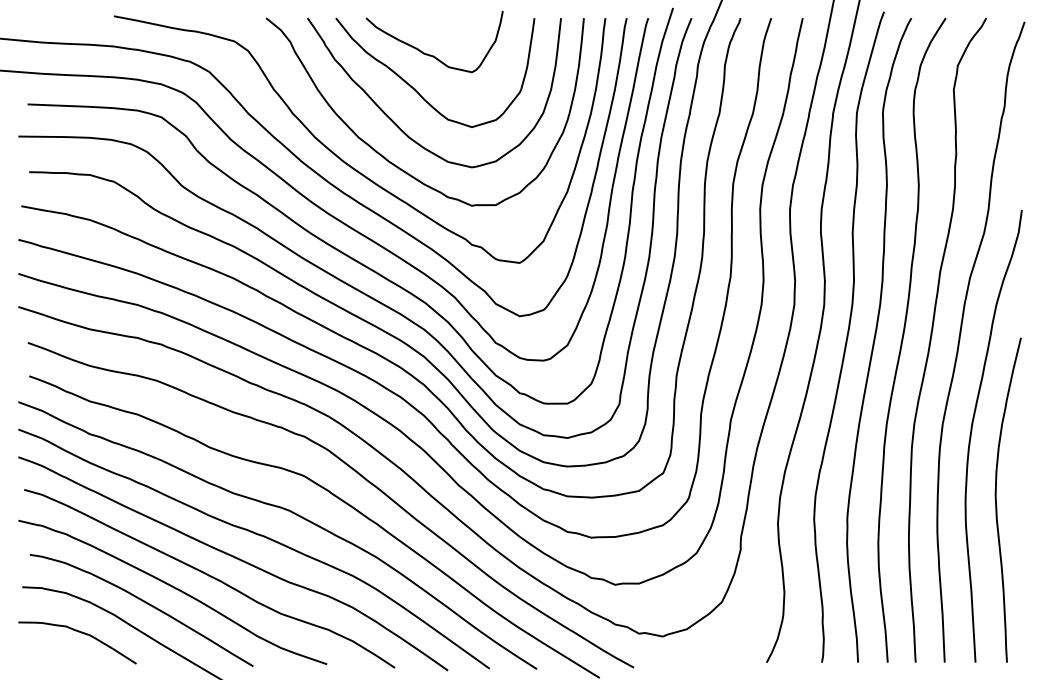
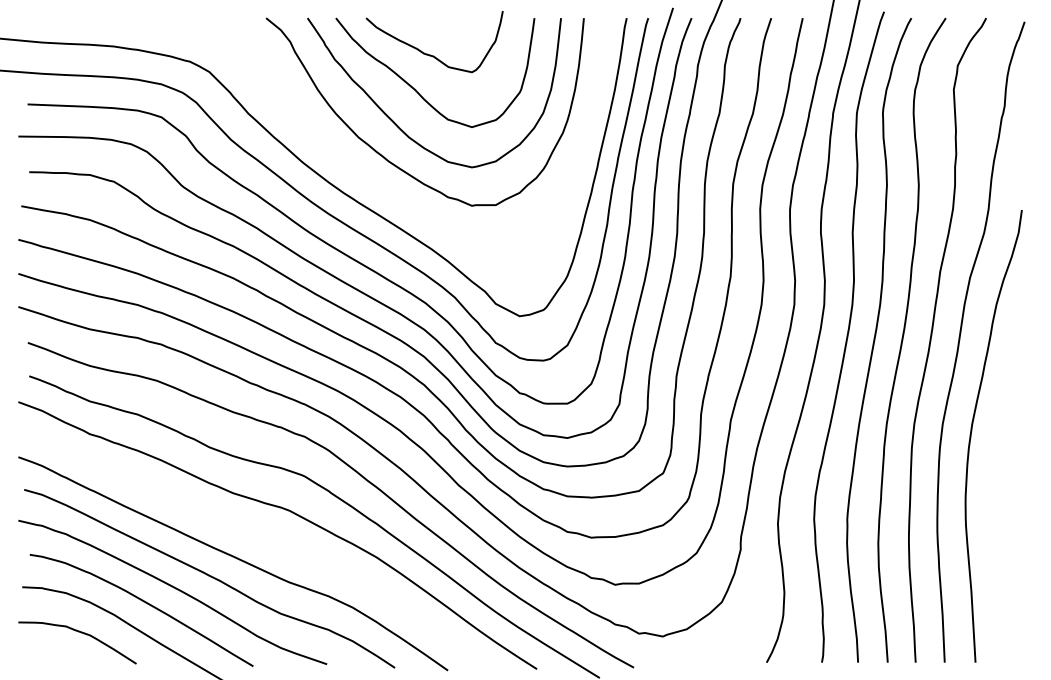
curve at (345, 161): present -> none
curve at (996, 499): present -> none
curve at (257, 535): present -> none
